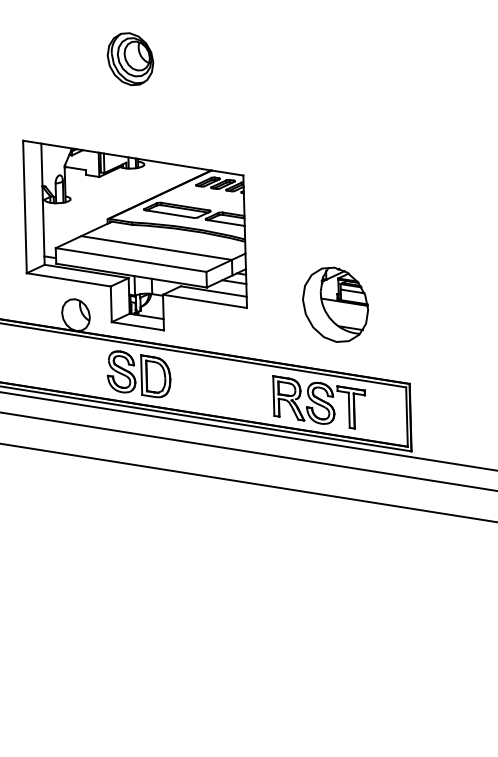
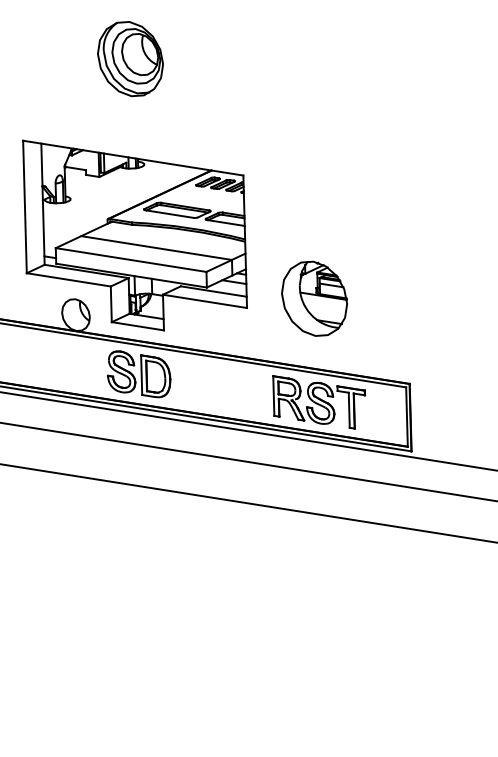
part at (130, 59) size: 49x55 px -> 67x77 px
part at (335, 304) position: (335, 304) -> (314, 298)
line at (248, 451) position: (248, 451) -> (248, 461)
line at (248, 482) position: (248, 482) -> (248, 503)
